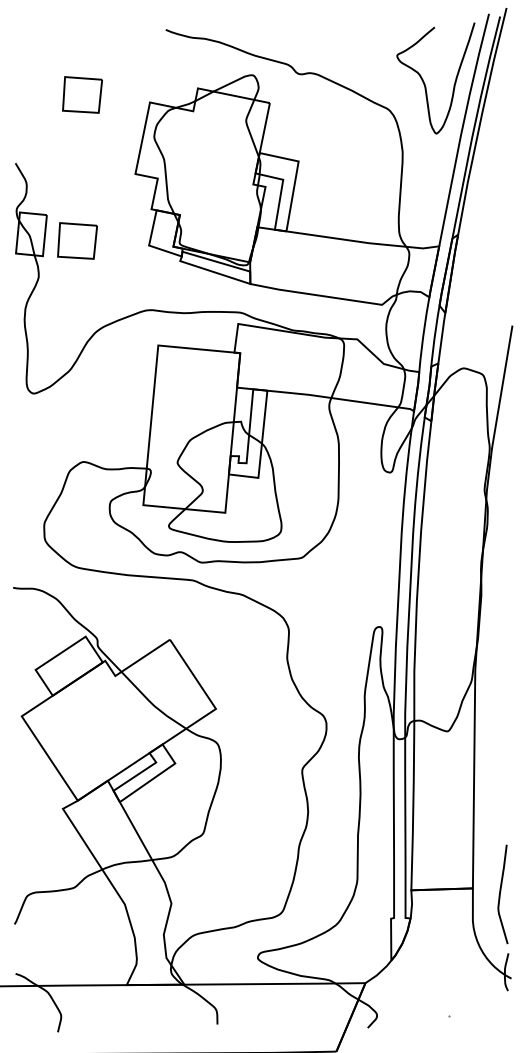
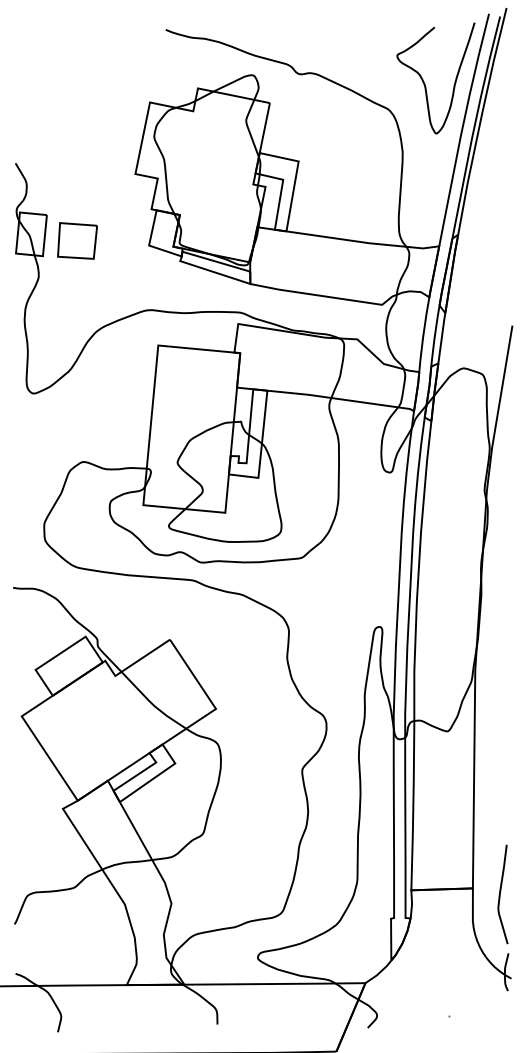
part at (82, 94): present -> none
